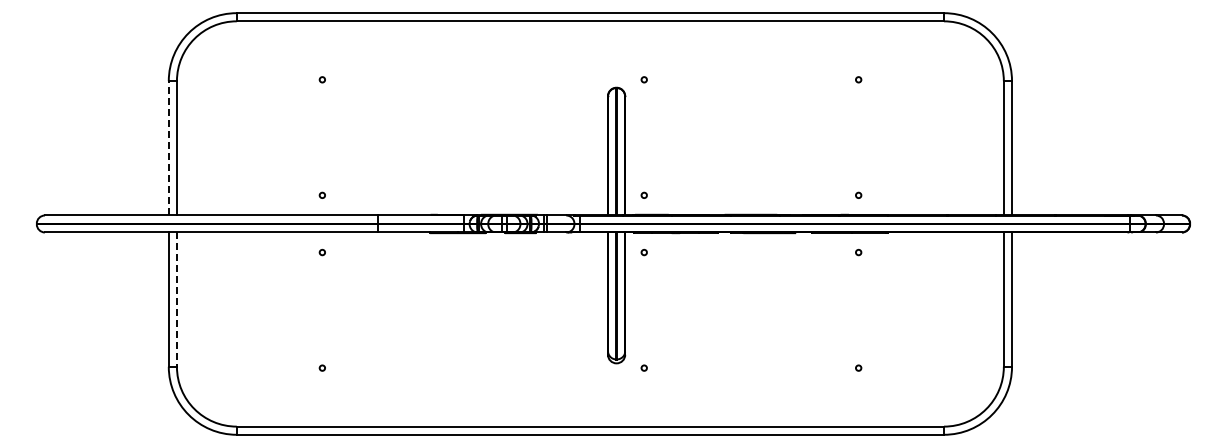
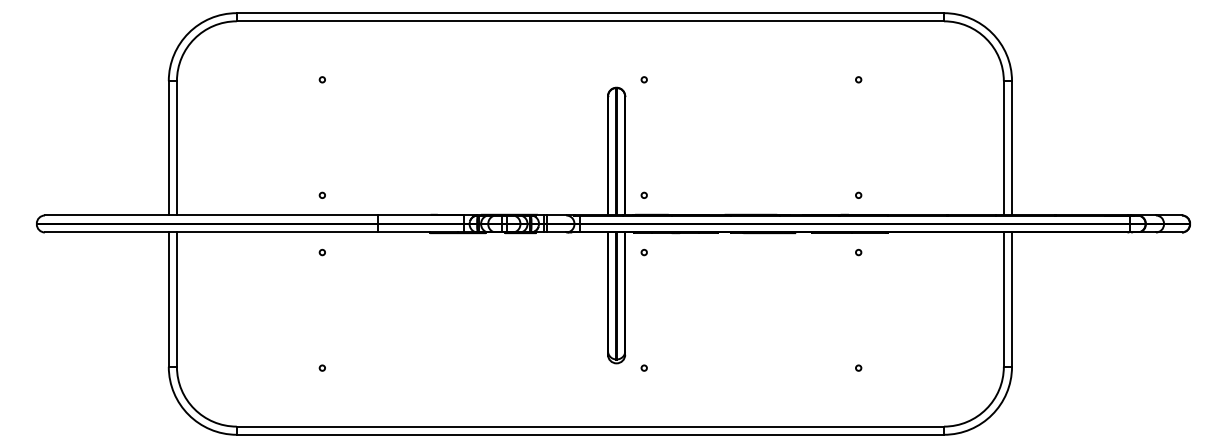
line at (168, 147): dashed -> solid
line at (176, 300): dashed -> solid
